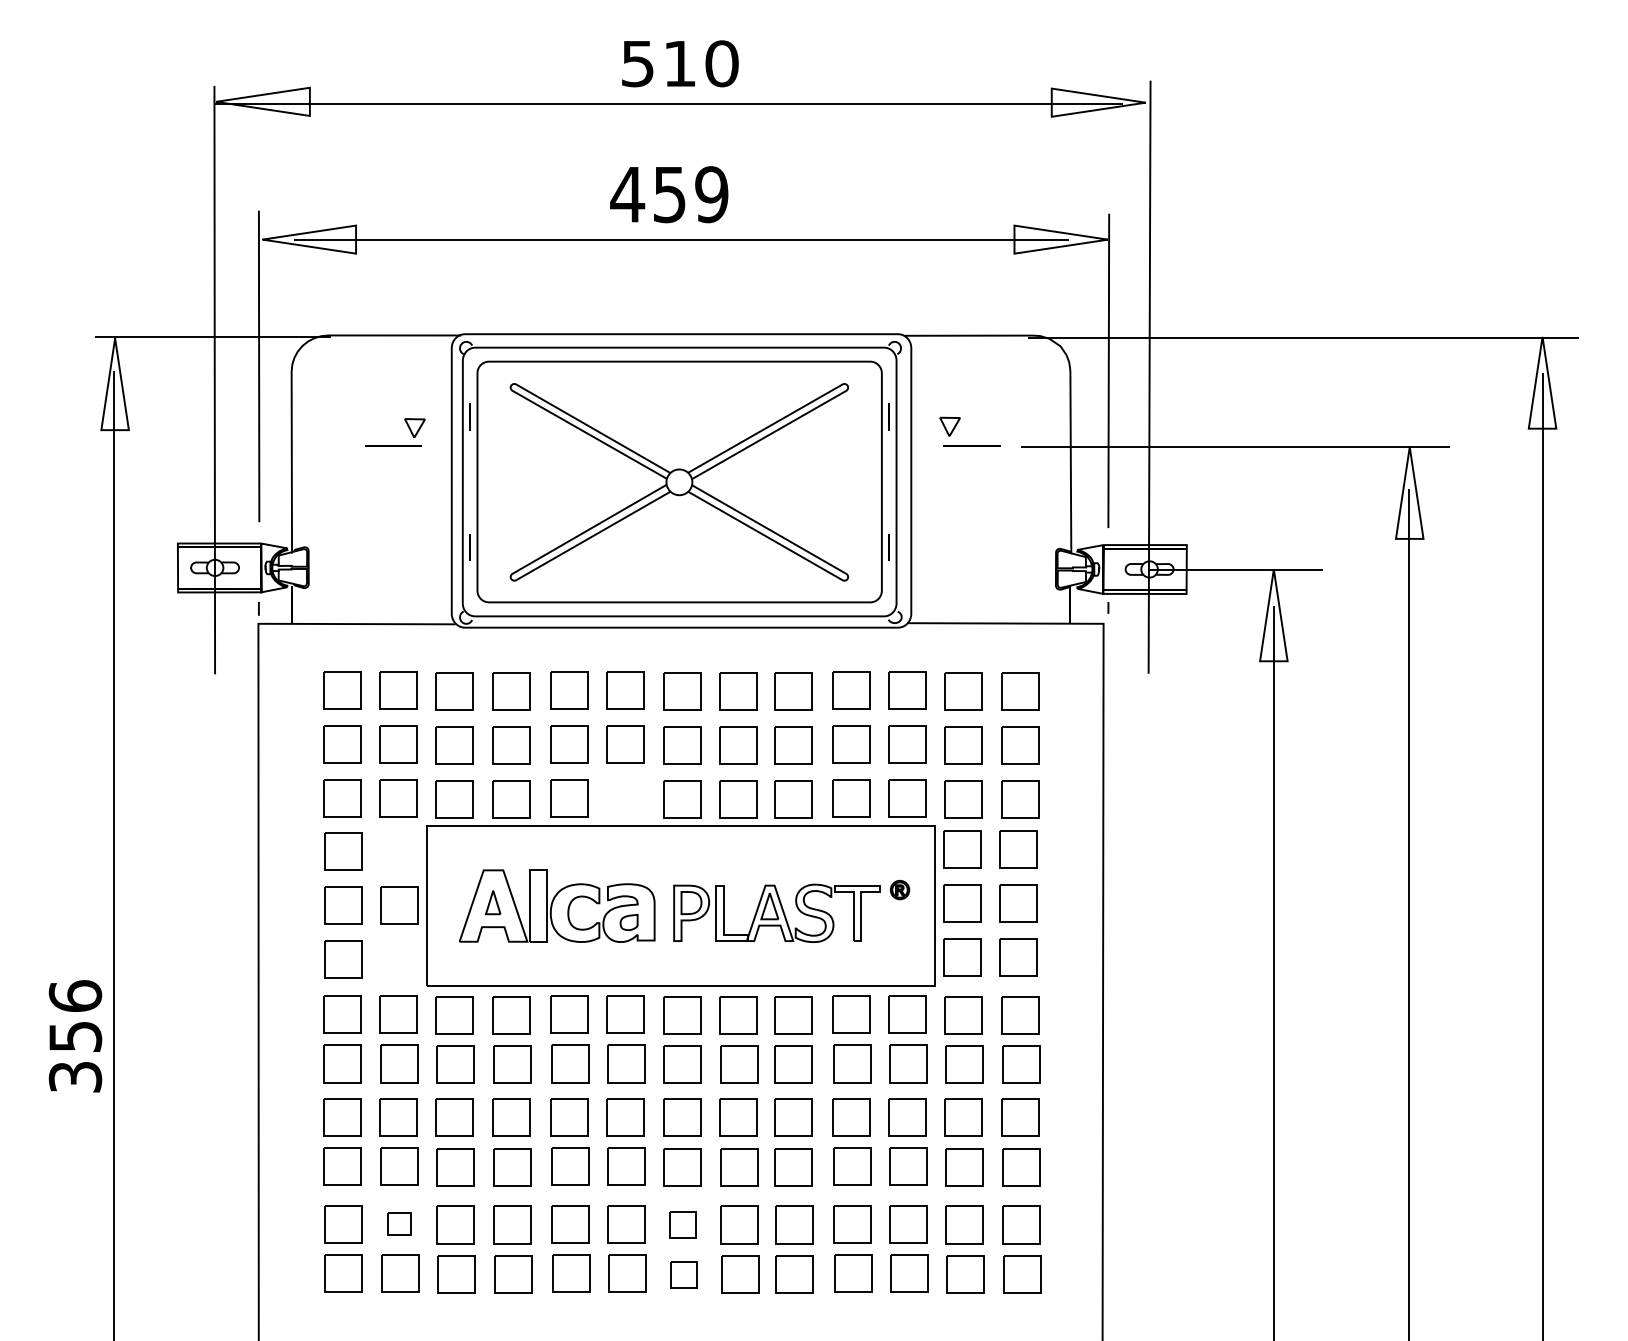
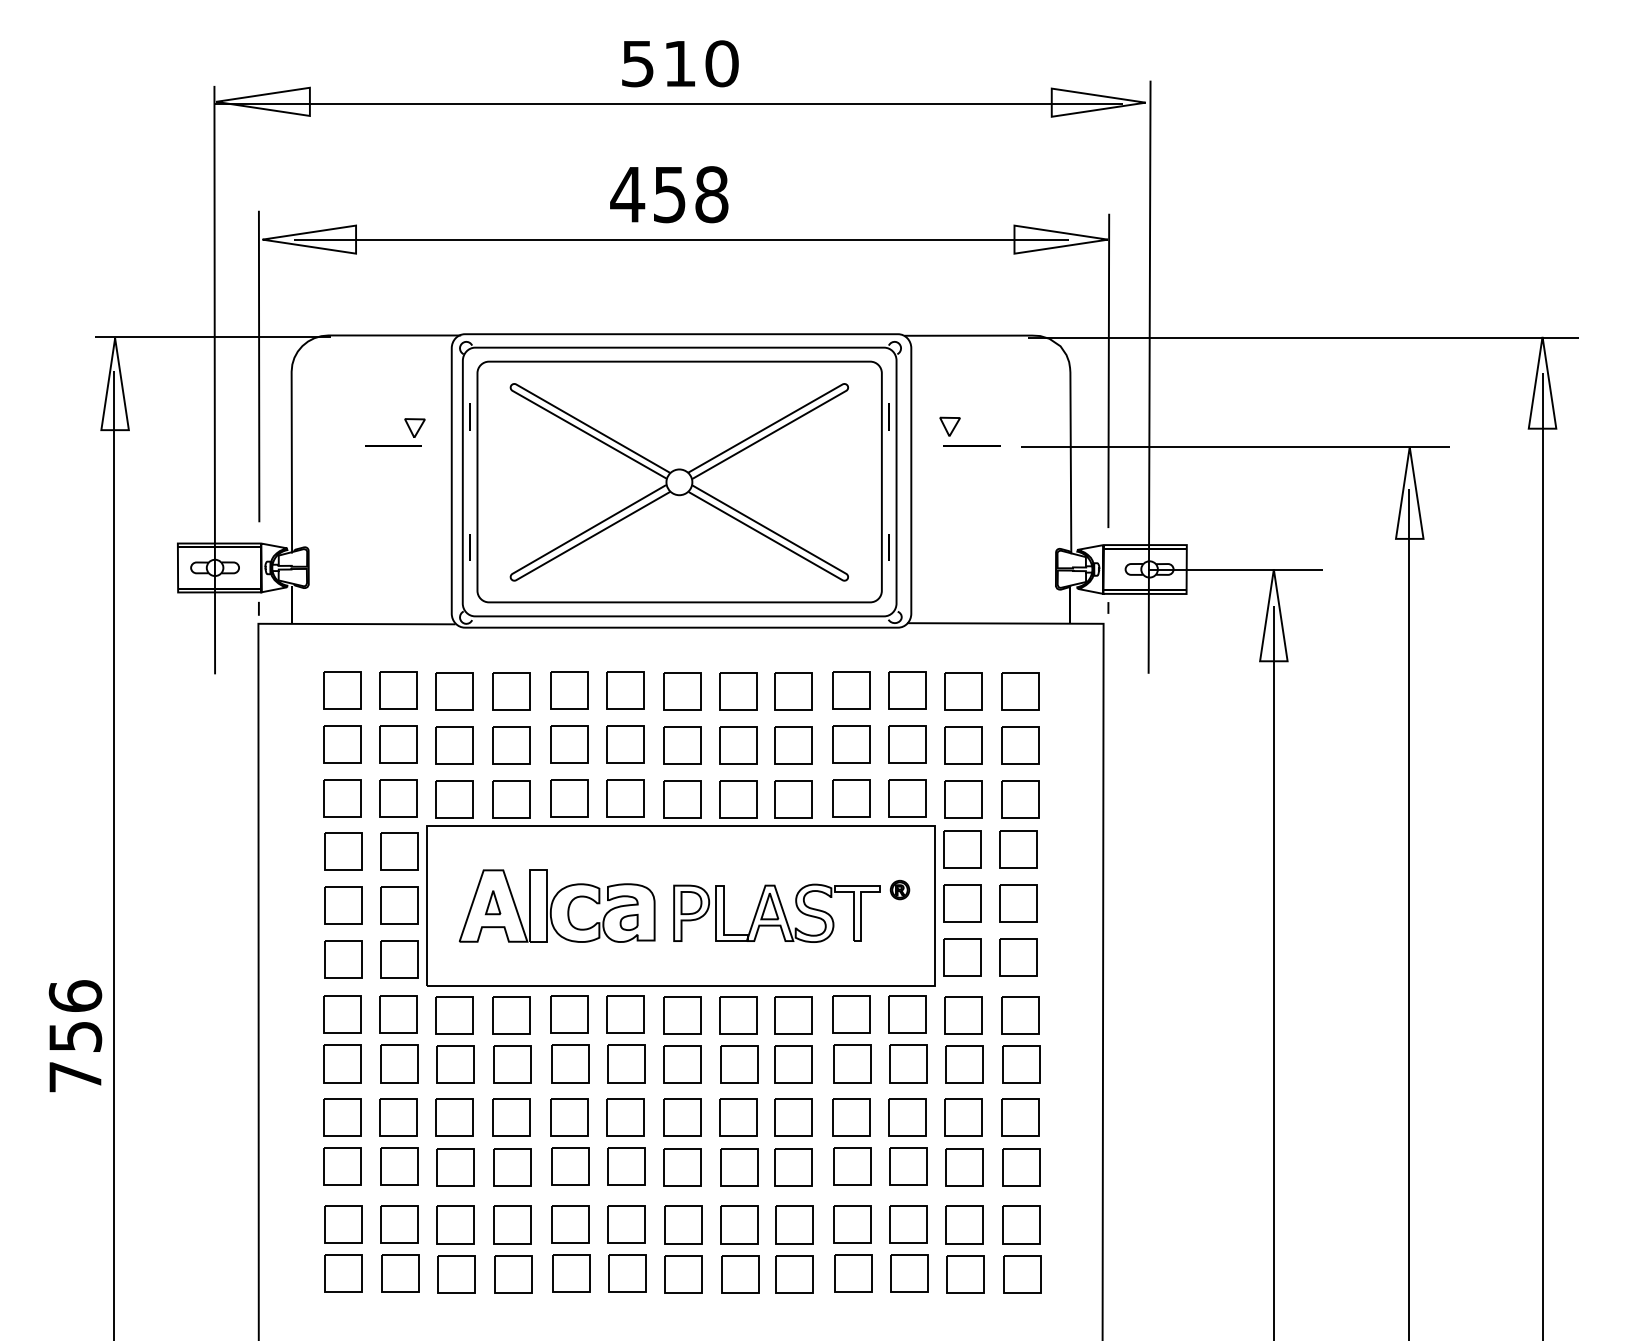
text at (711, 194): 459 -> 458
part at (625, 798): none -> present
part at (399, 851): none -> present
part at (399, 959): none -> present
text at (75, 1077): 356 -> 756
part at (399, 1223) size: 25x24 px -> 39x39 px
part at (682, 1224) size: 28x28 px -> 39x40 px
part at (683, 1274) size: 28x28 px -> 39x39 px
